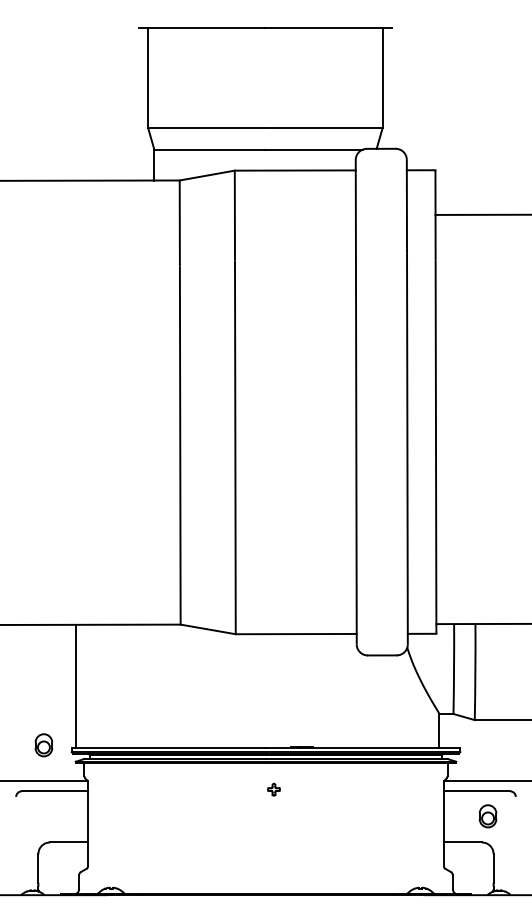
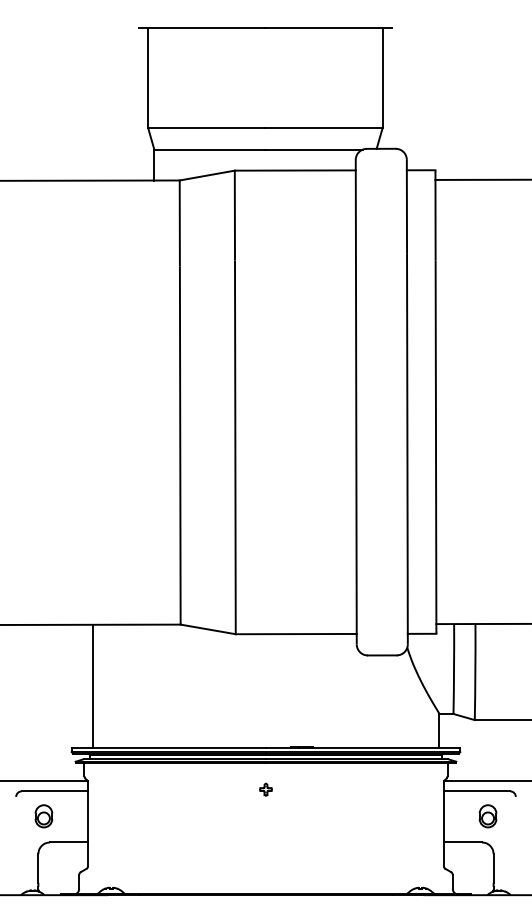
line at (481, 214) position: (481, 214) -> (481, 179)
line at (75, 685) position: (75, 685) -> (92, 685)
part at (43, 745) position: (43, 745) -> (43, 816)
part at (273, 789) position: (273, 789) -> (265, 789)
